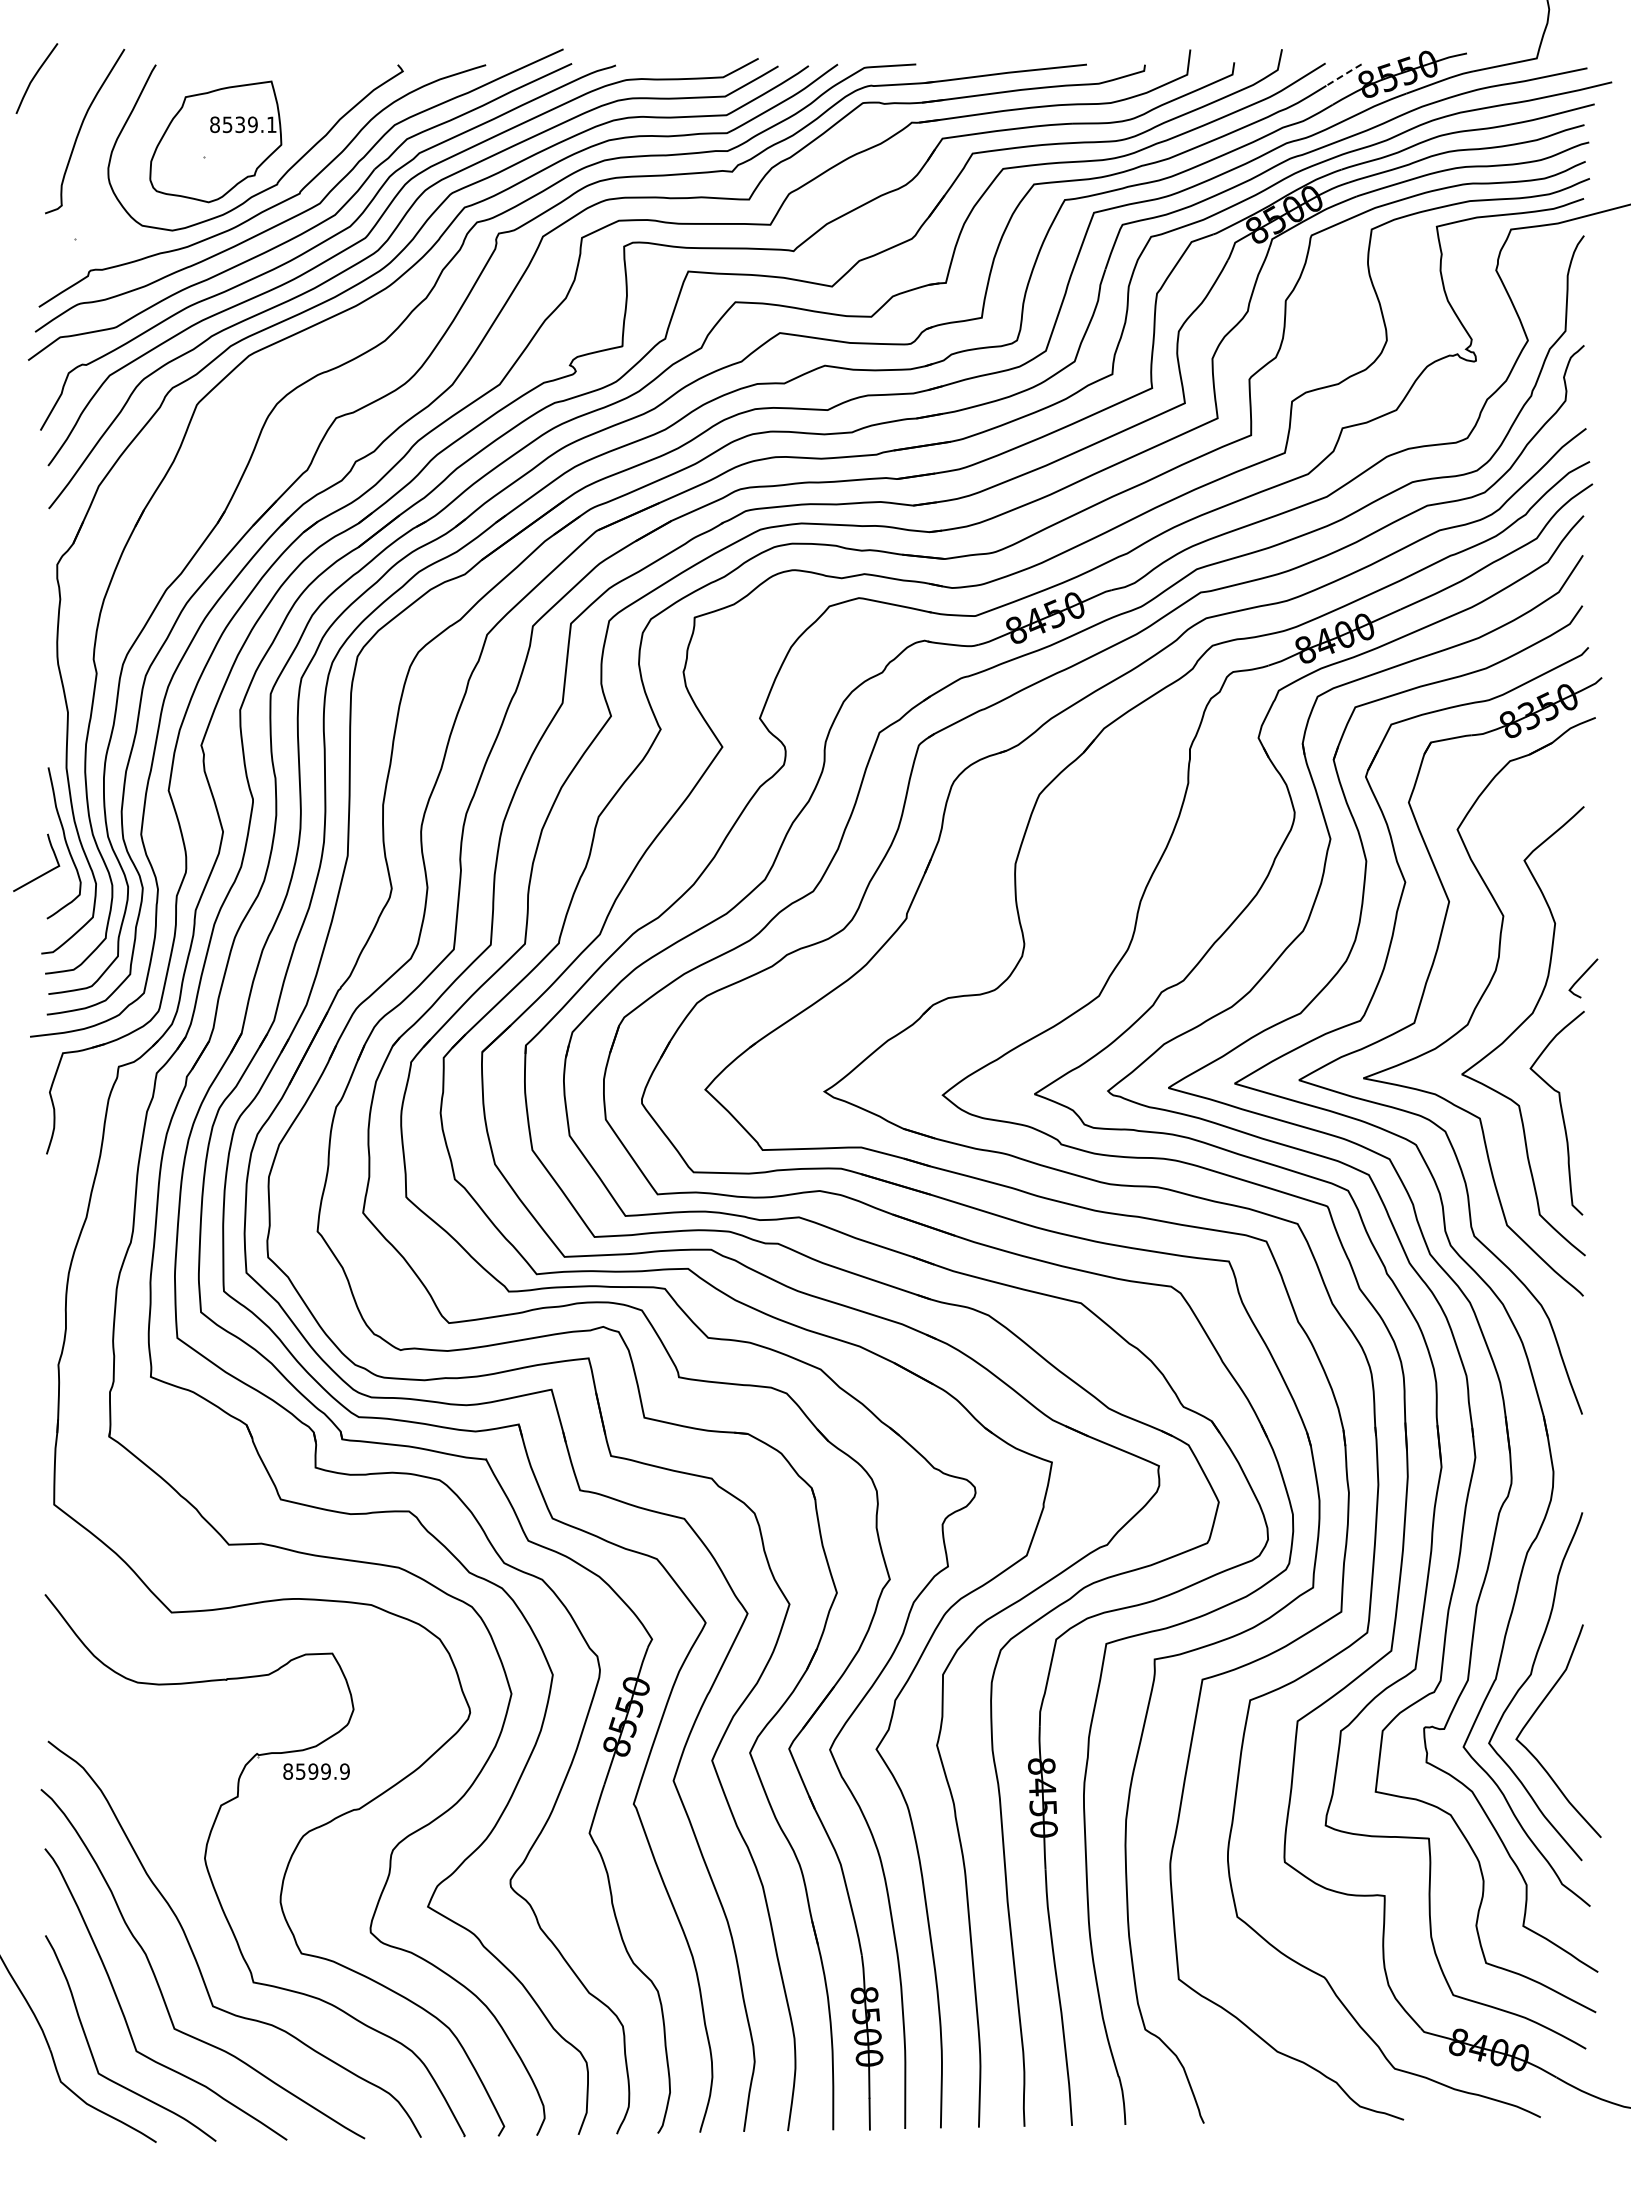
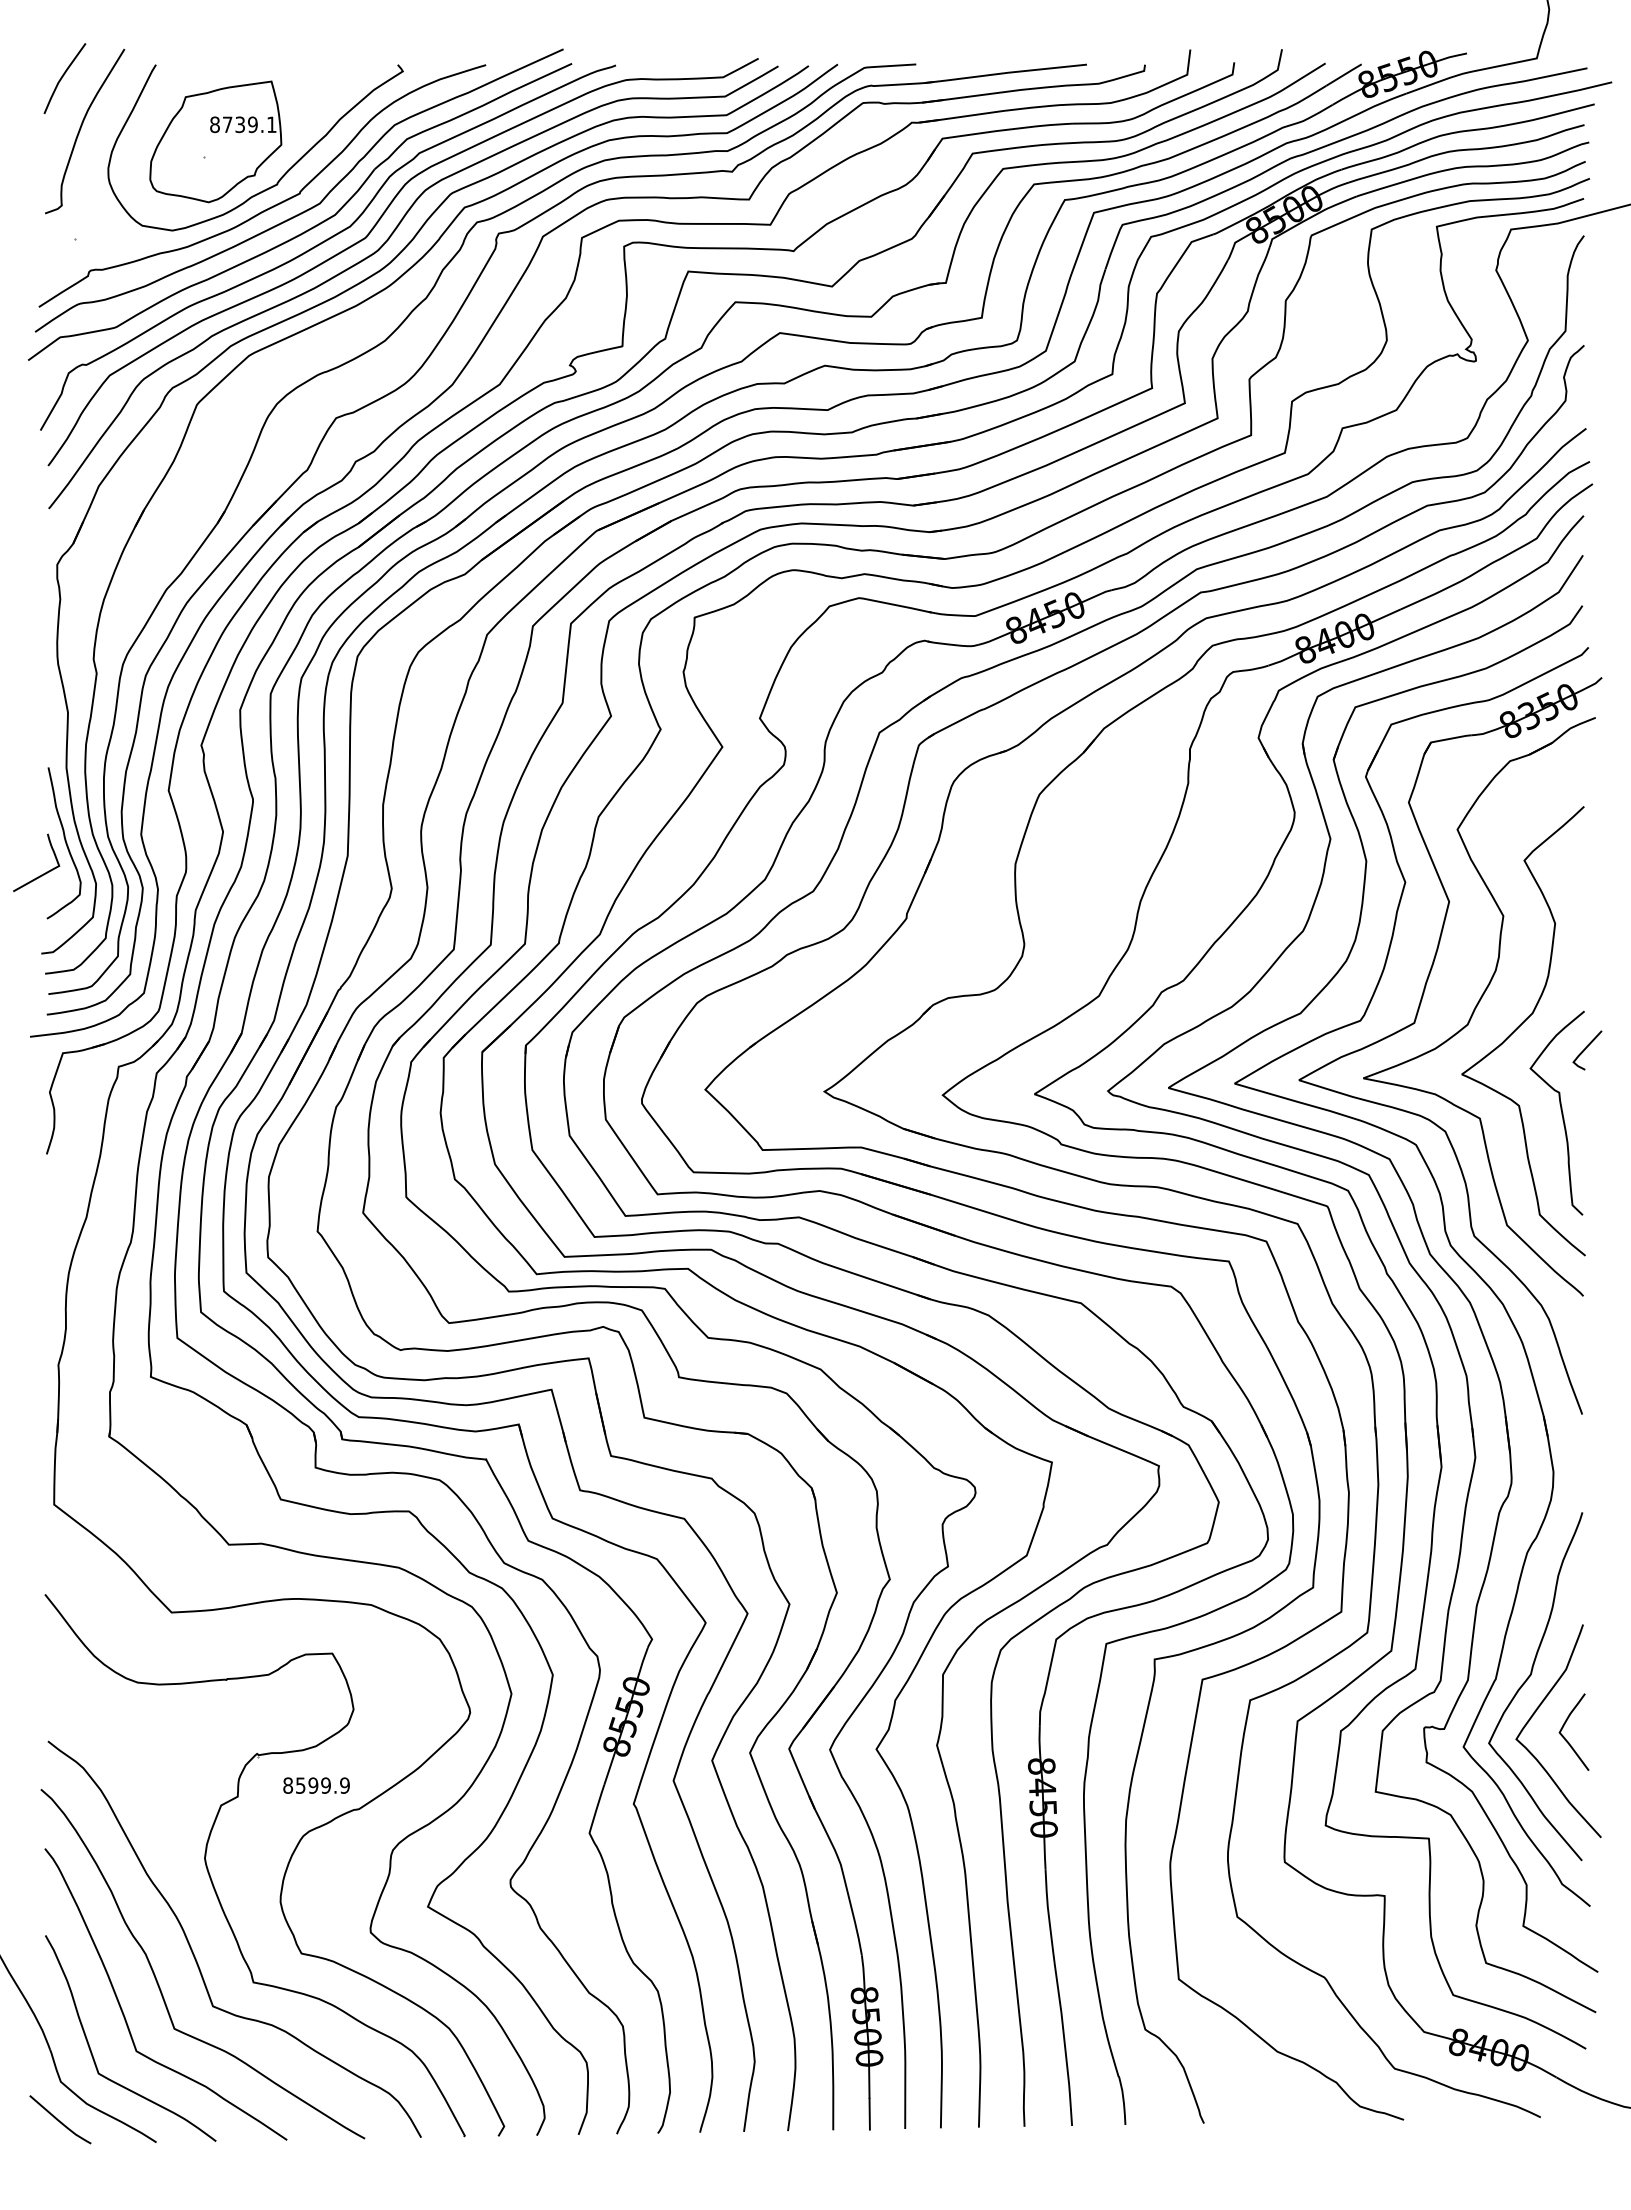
line at (1345, 74): dashed -> solid
curve at (34, 78) position: (34, 78) -> (62, 78)
text at (227, 124): 8539.1 -> 8739.1
line at (1581, 978) position: (1581, 978) -> (1585, 1050)
curve at (1564, 1726): none -> present
text at (316, 1771) position: (316, 1771) -> (316, 1785)
curve at (60, 2120): none -> present
